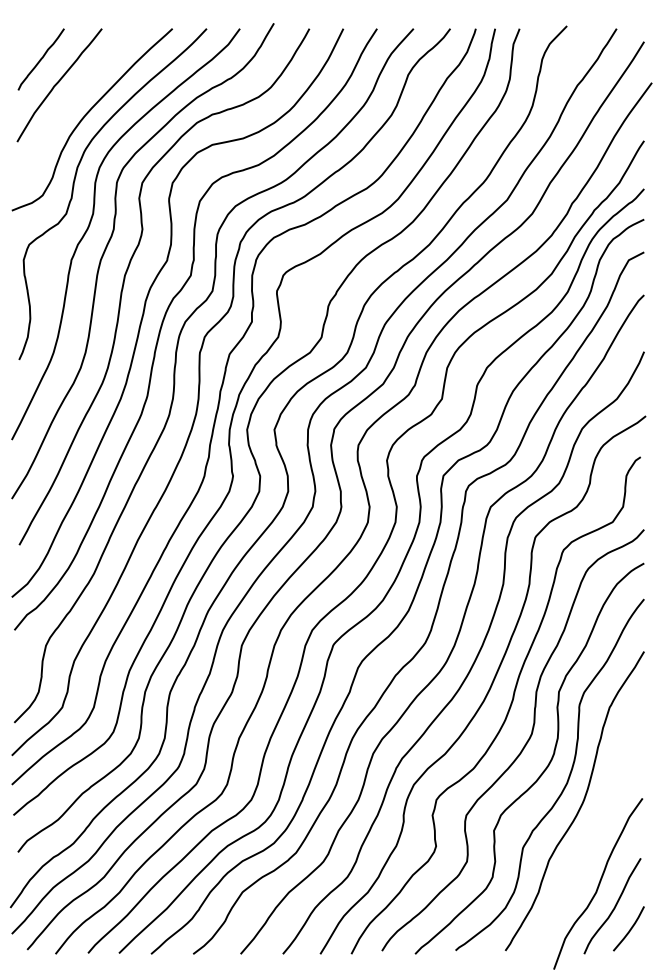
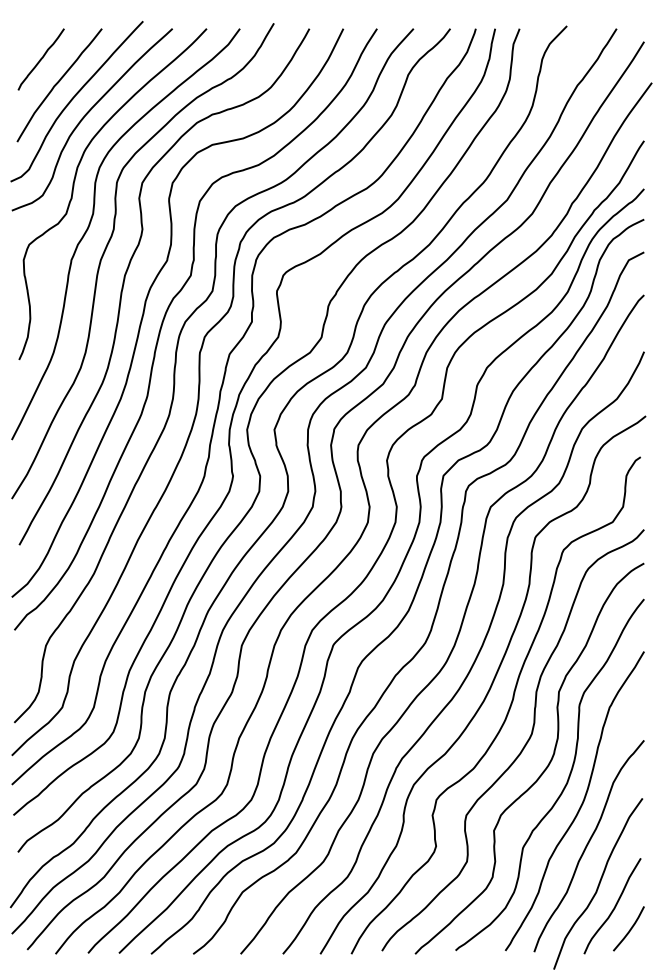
curve at (74, 98): none -> present
curve at (587, 846): none -> present
